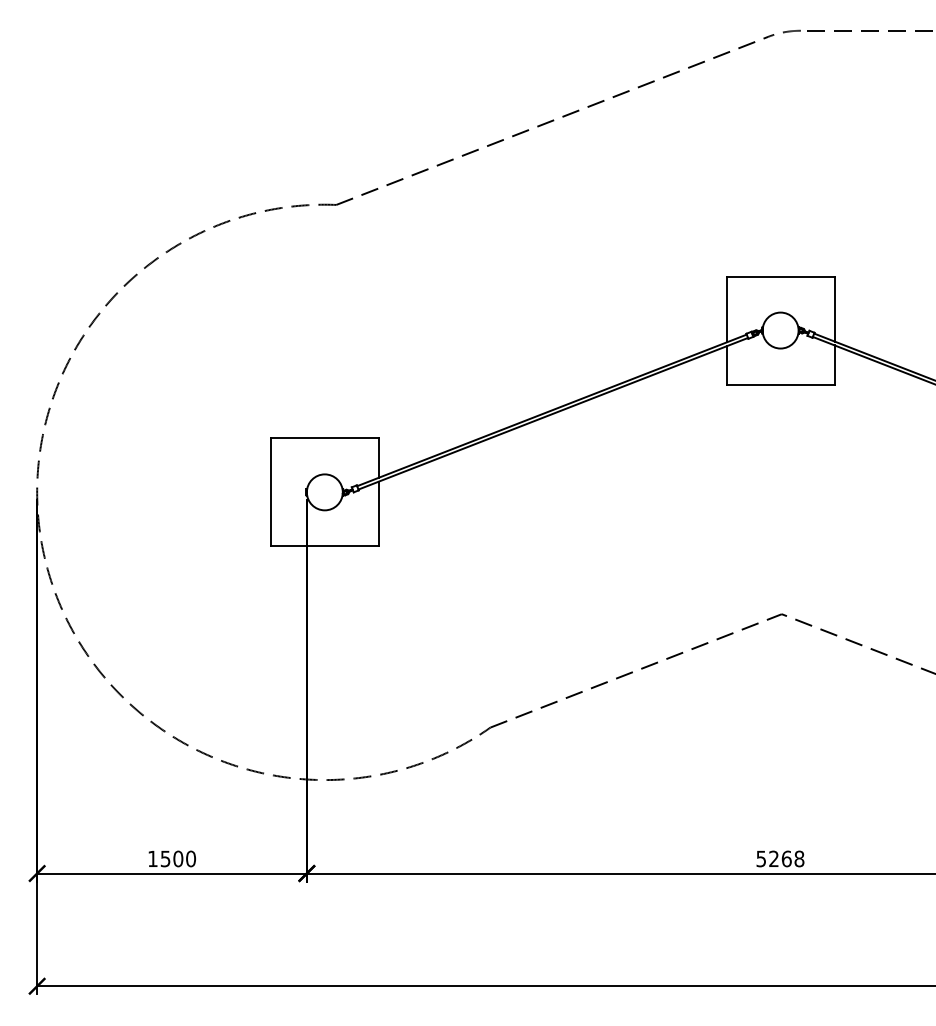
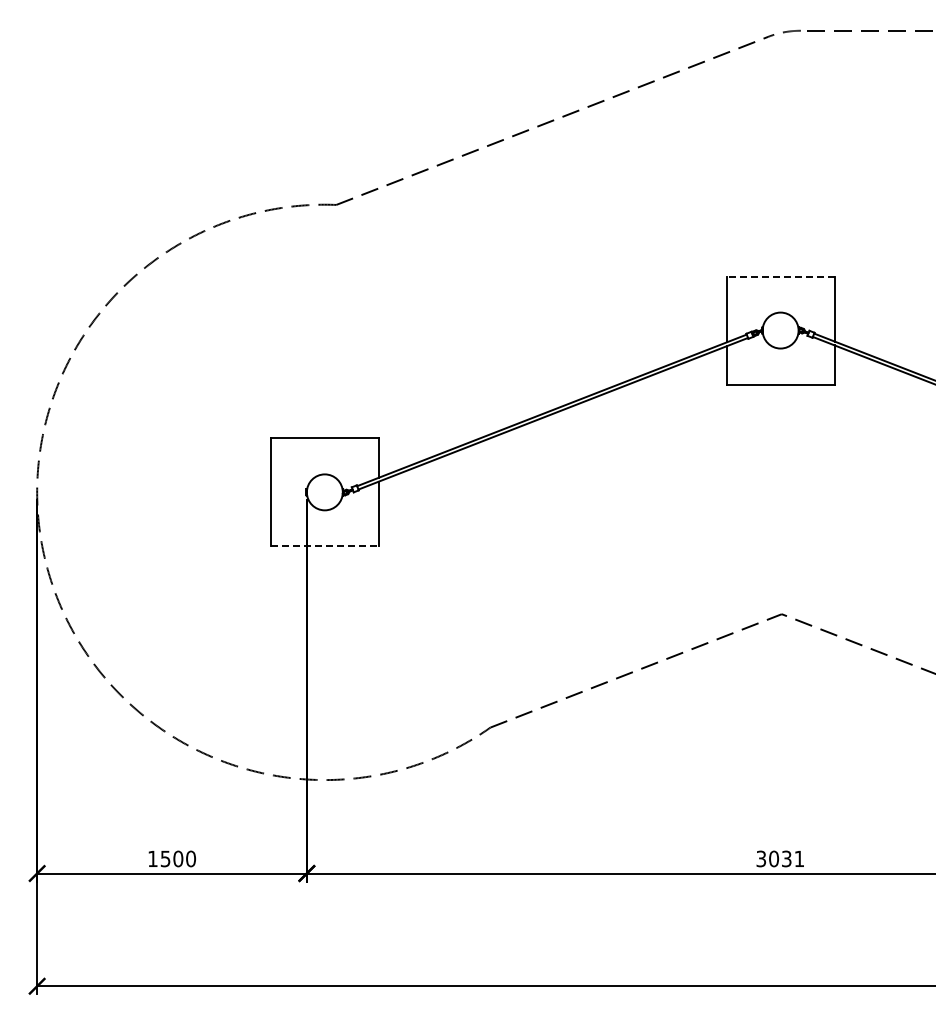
line at (780, 276): solid -> dashed
line at (324, 546): solid -> dashed
text at (780, 858): 5268 -> 3031
